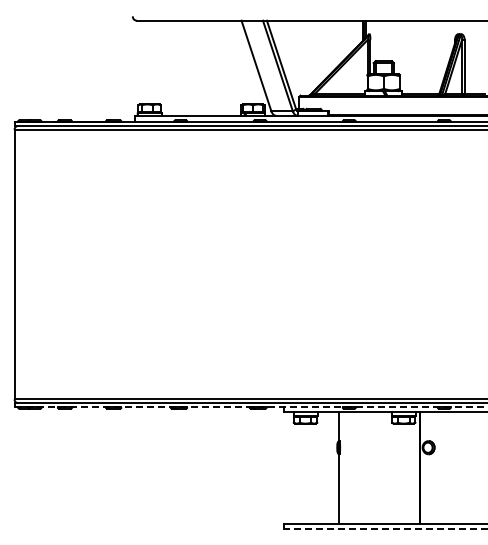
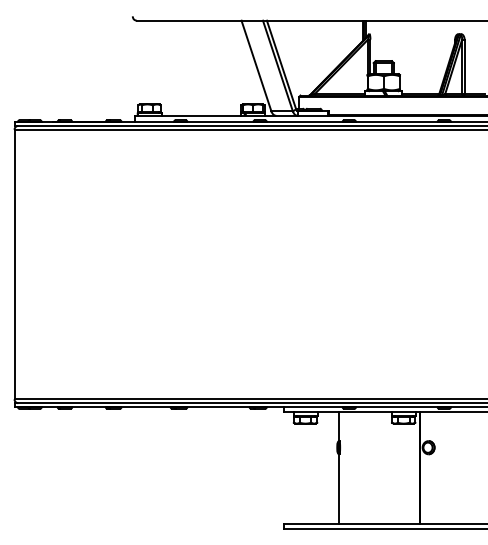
line at (251, 407): dashed -> solid
line at (386, 528): dashed -> solid
